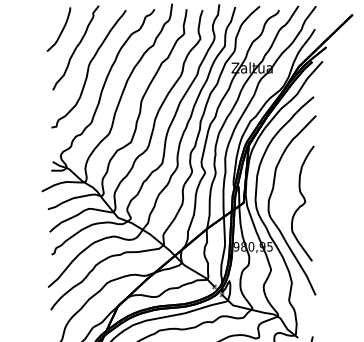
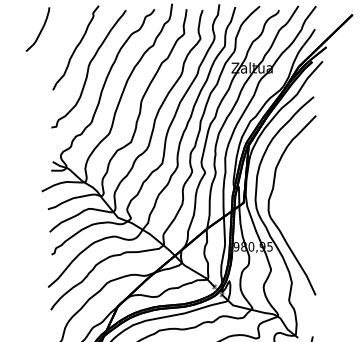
curve at (61, 30) position: (61, 30) -> (40, 30)
curve at (302, 203): present -> none
